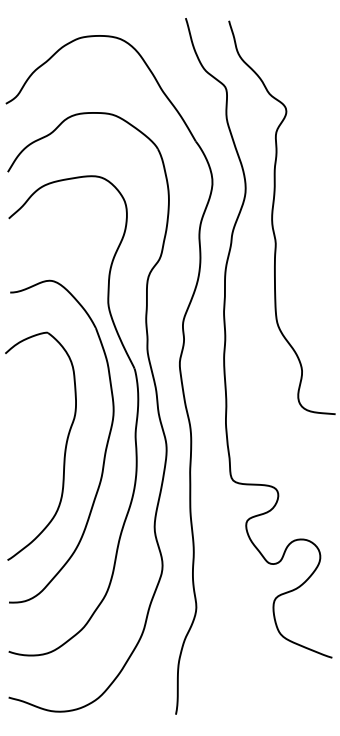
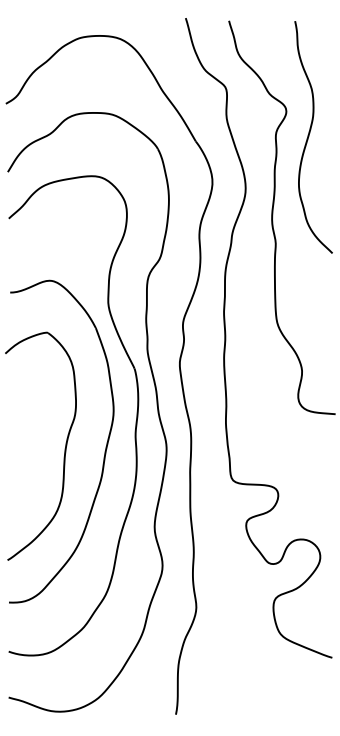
curve at (309, 136): none -> present
